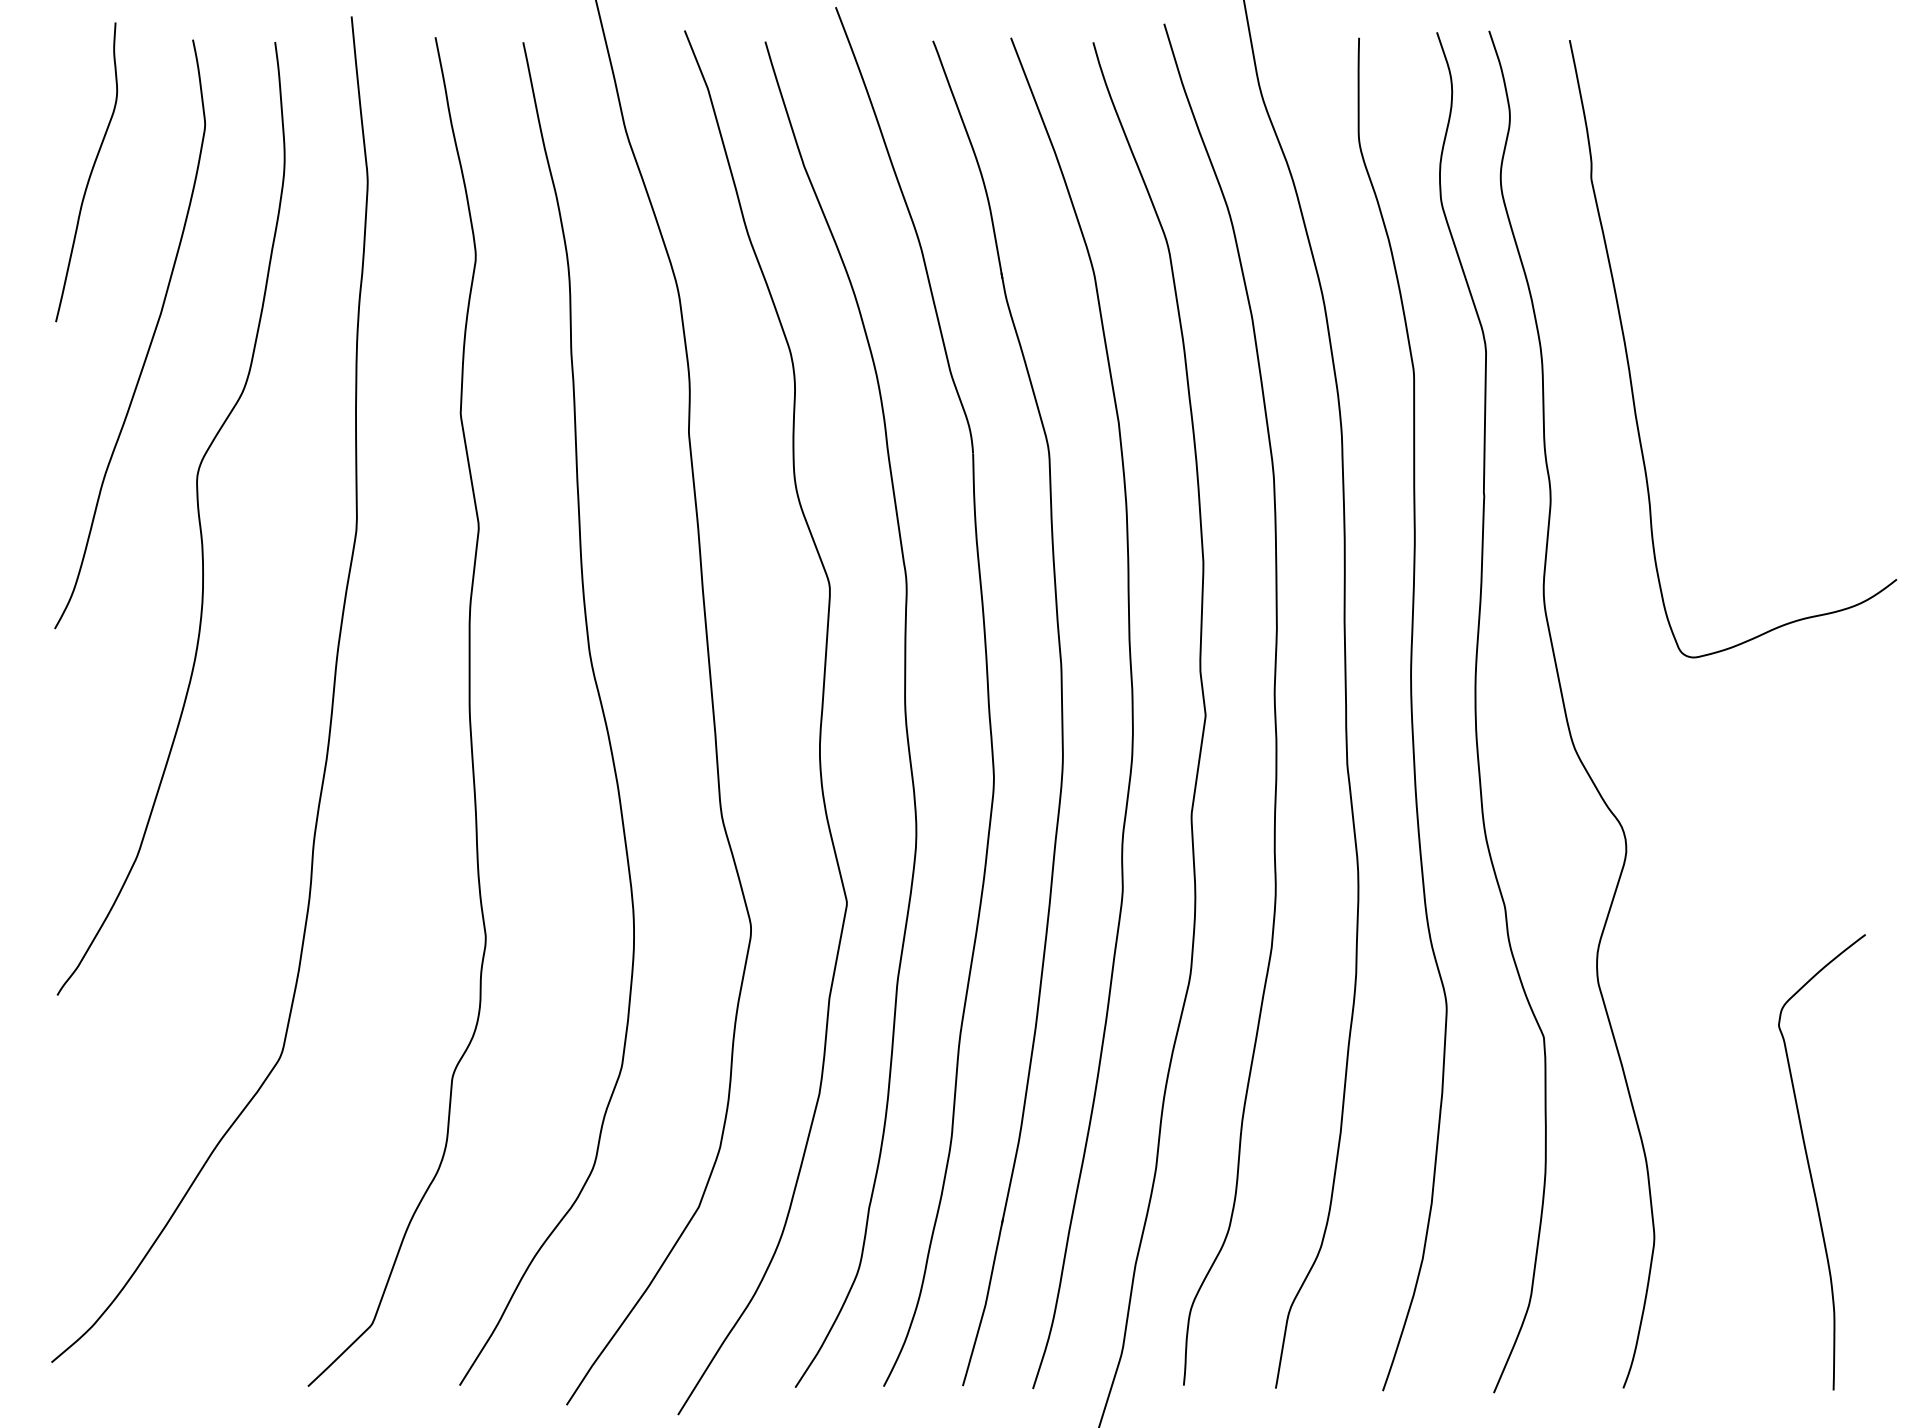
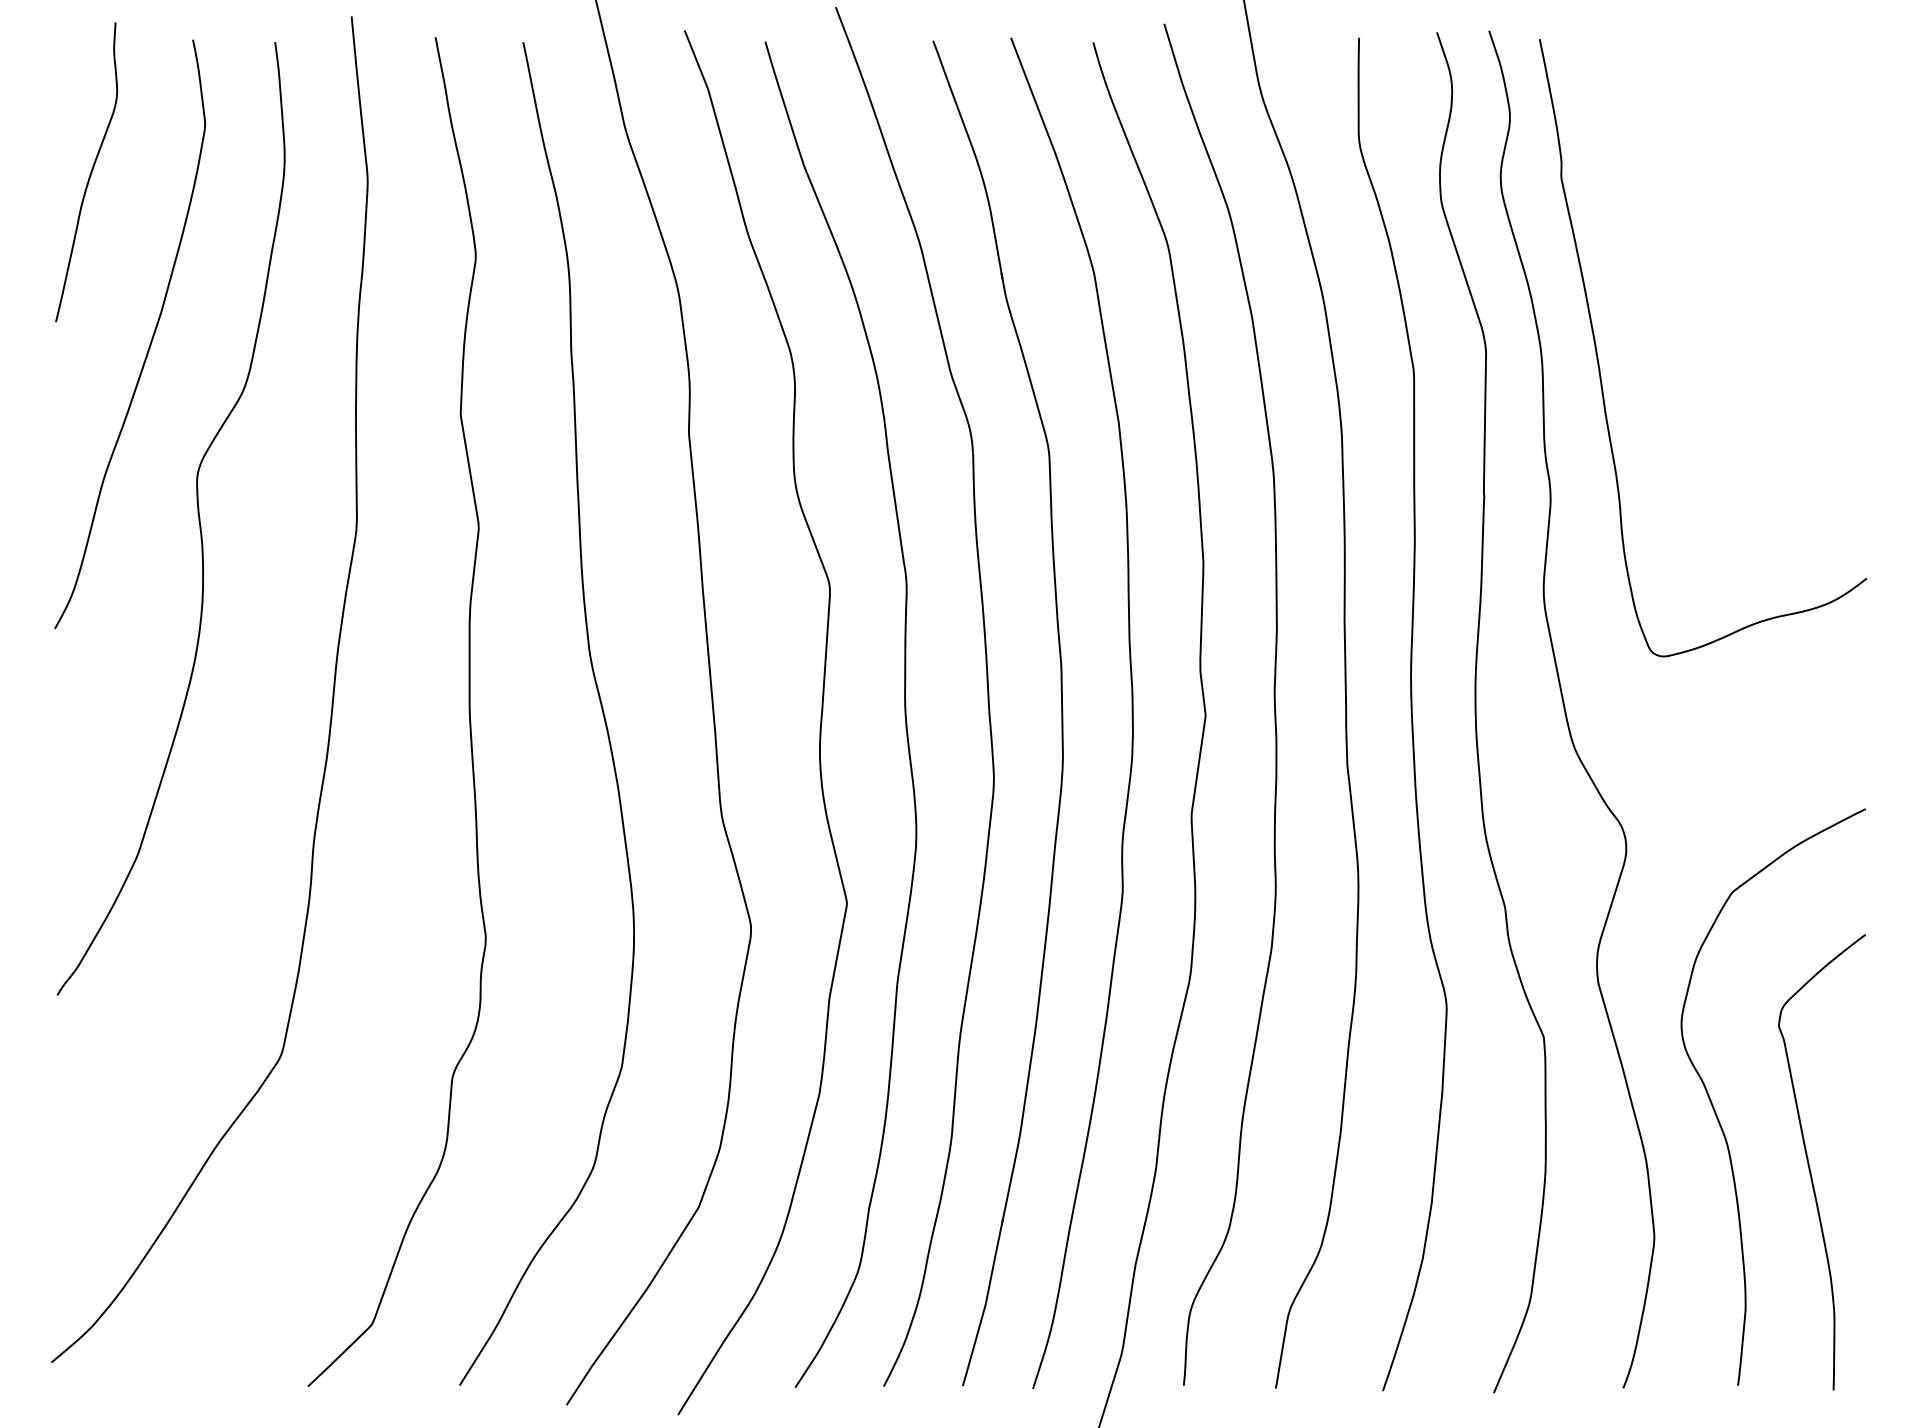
curve at (1630, 369) position: (1630, 369) -> (1600, 368)
curve at (1718, 1117): none -> present
